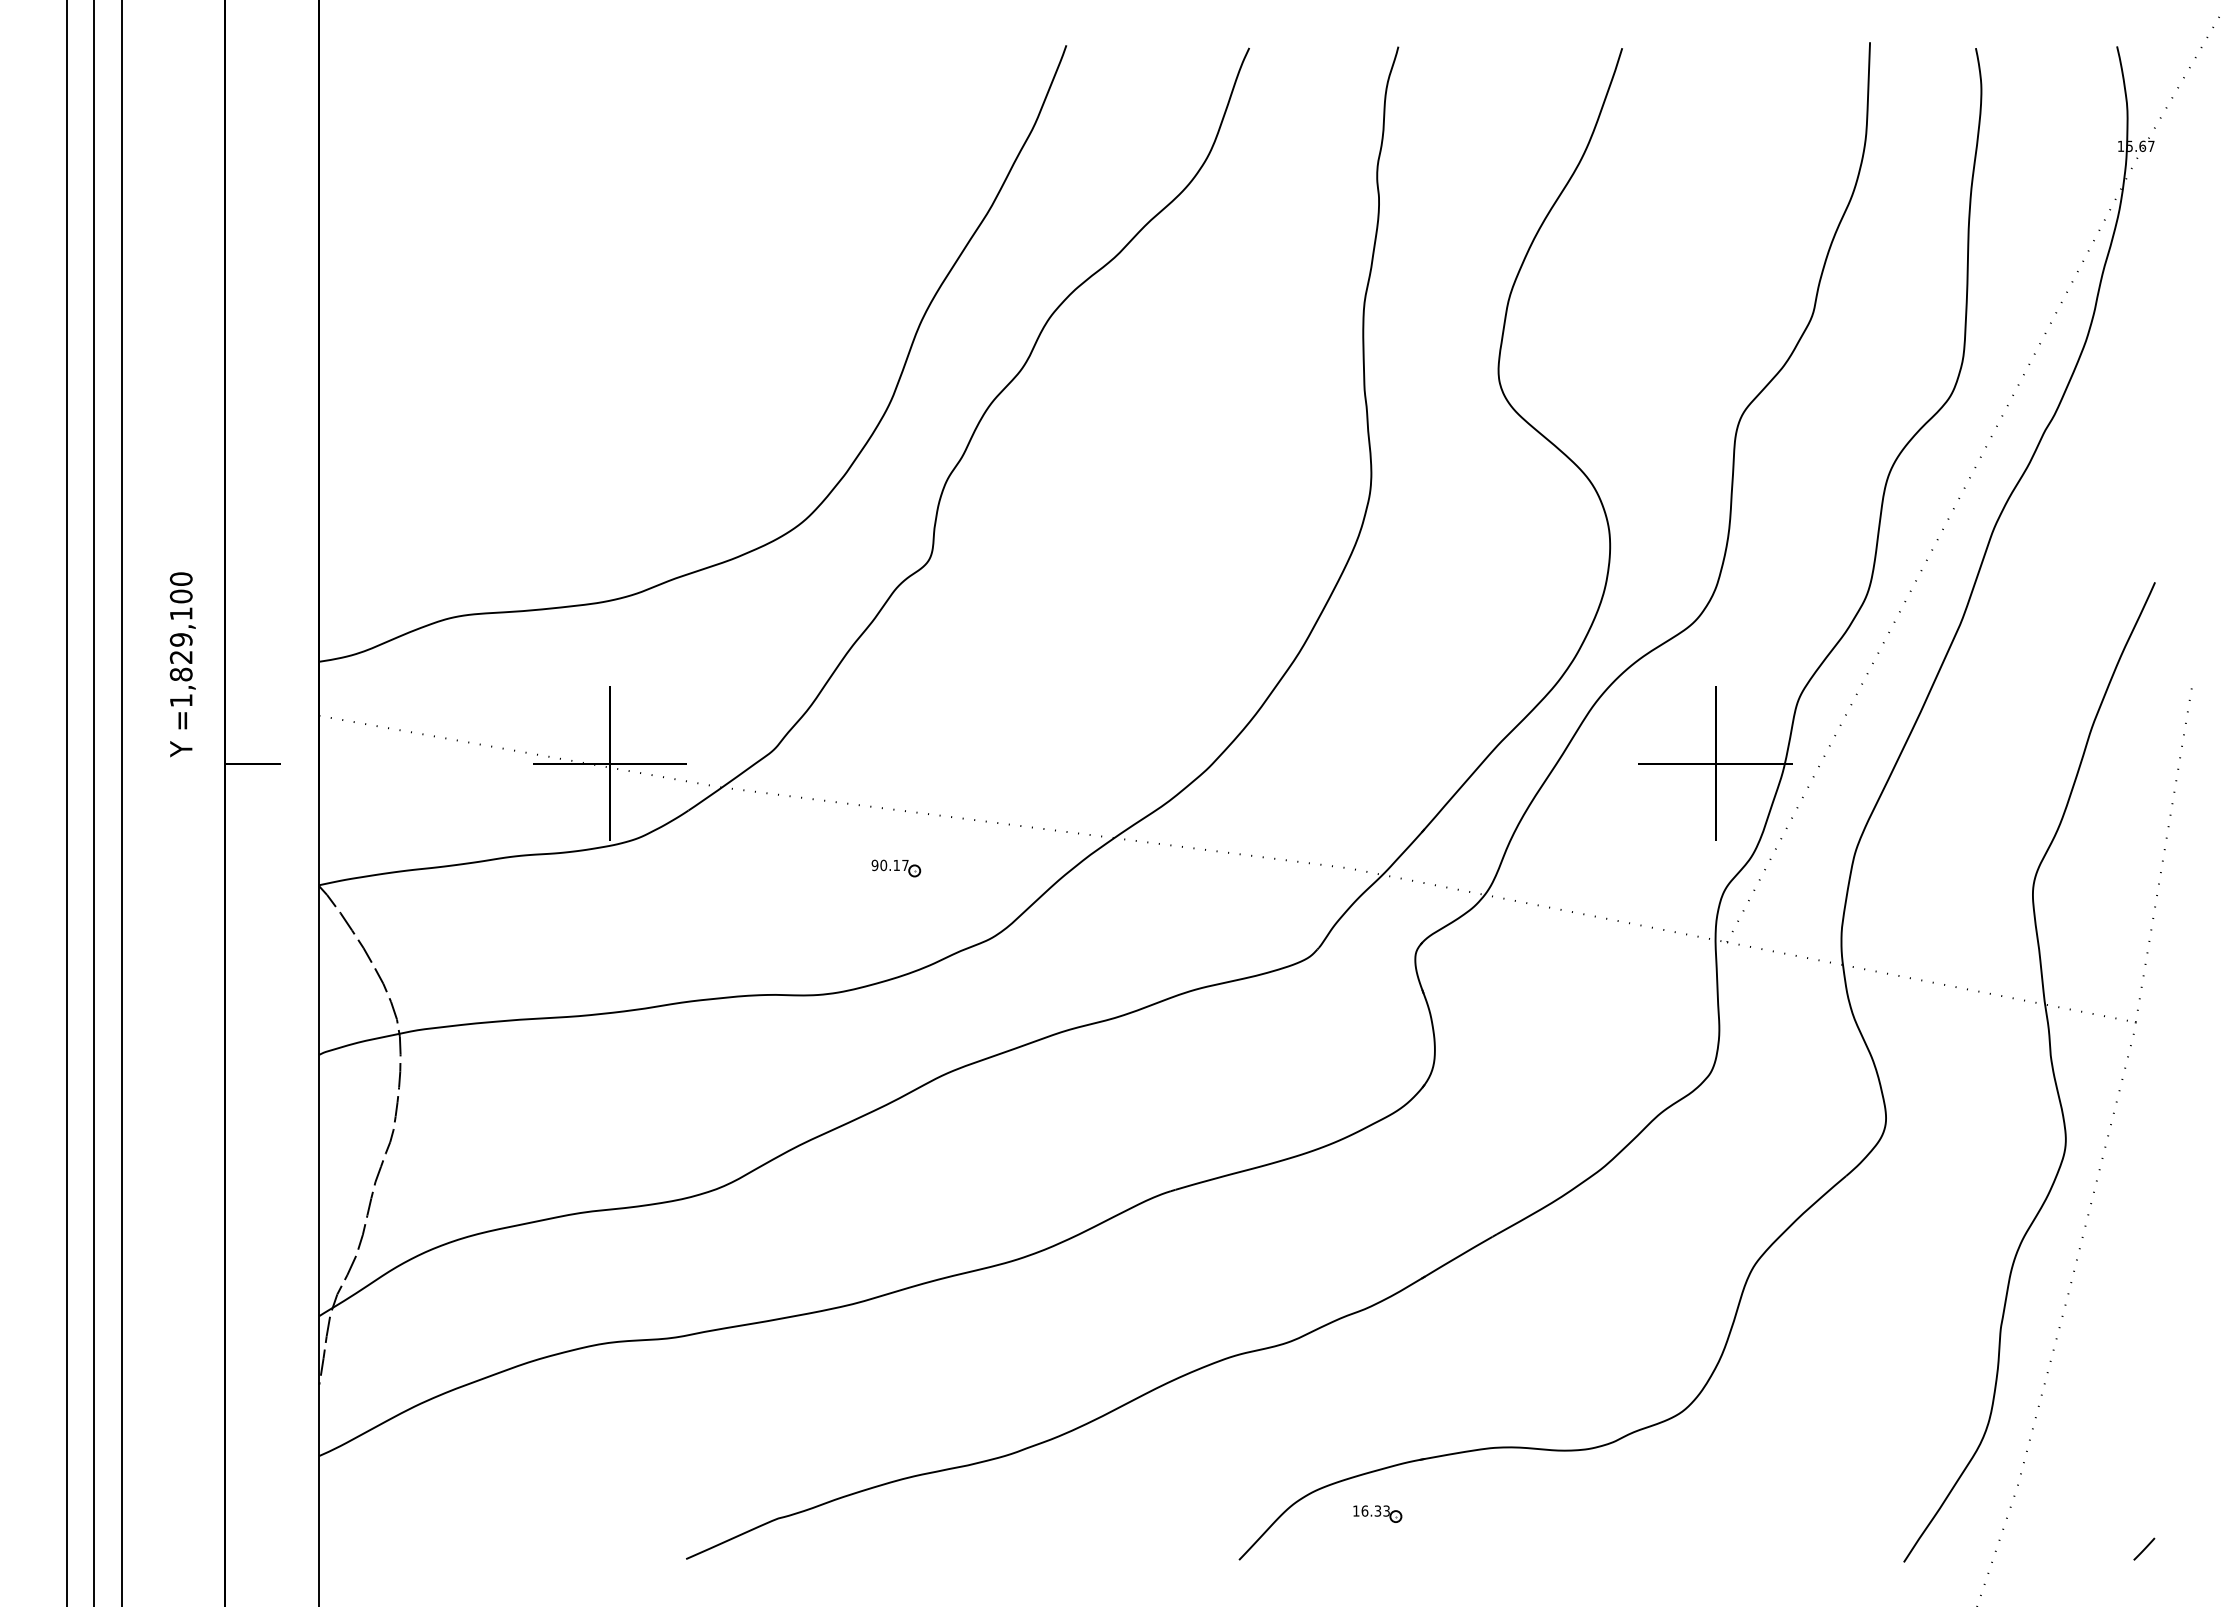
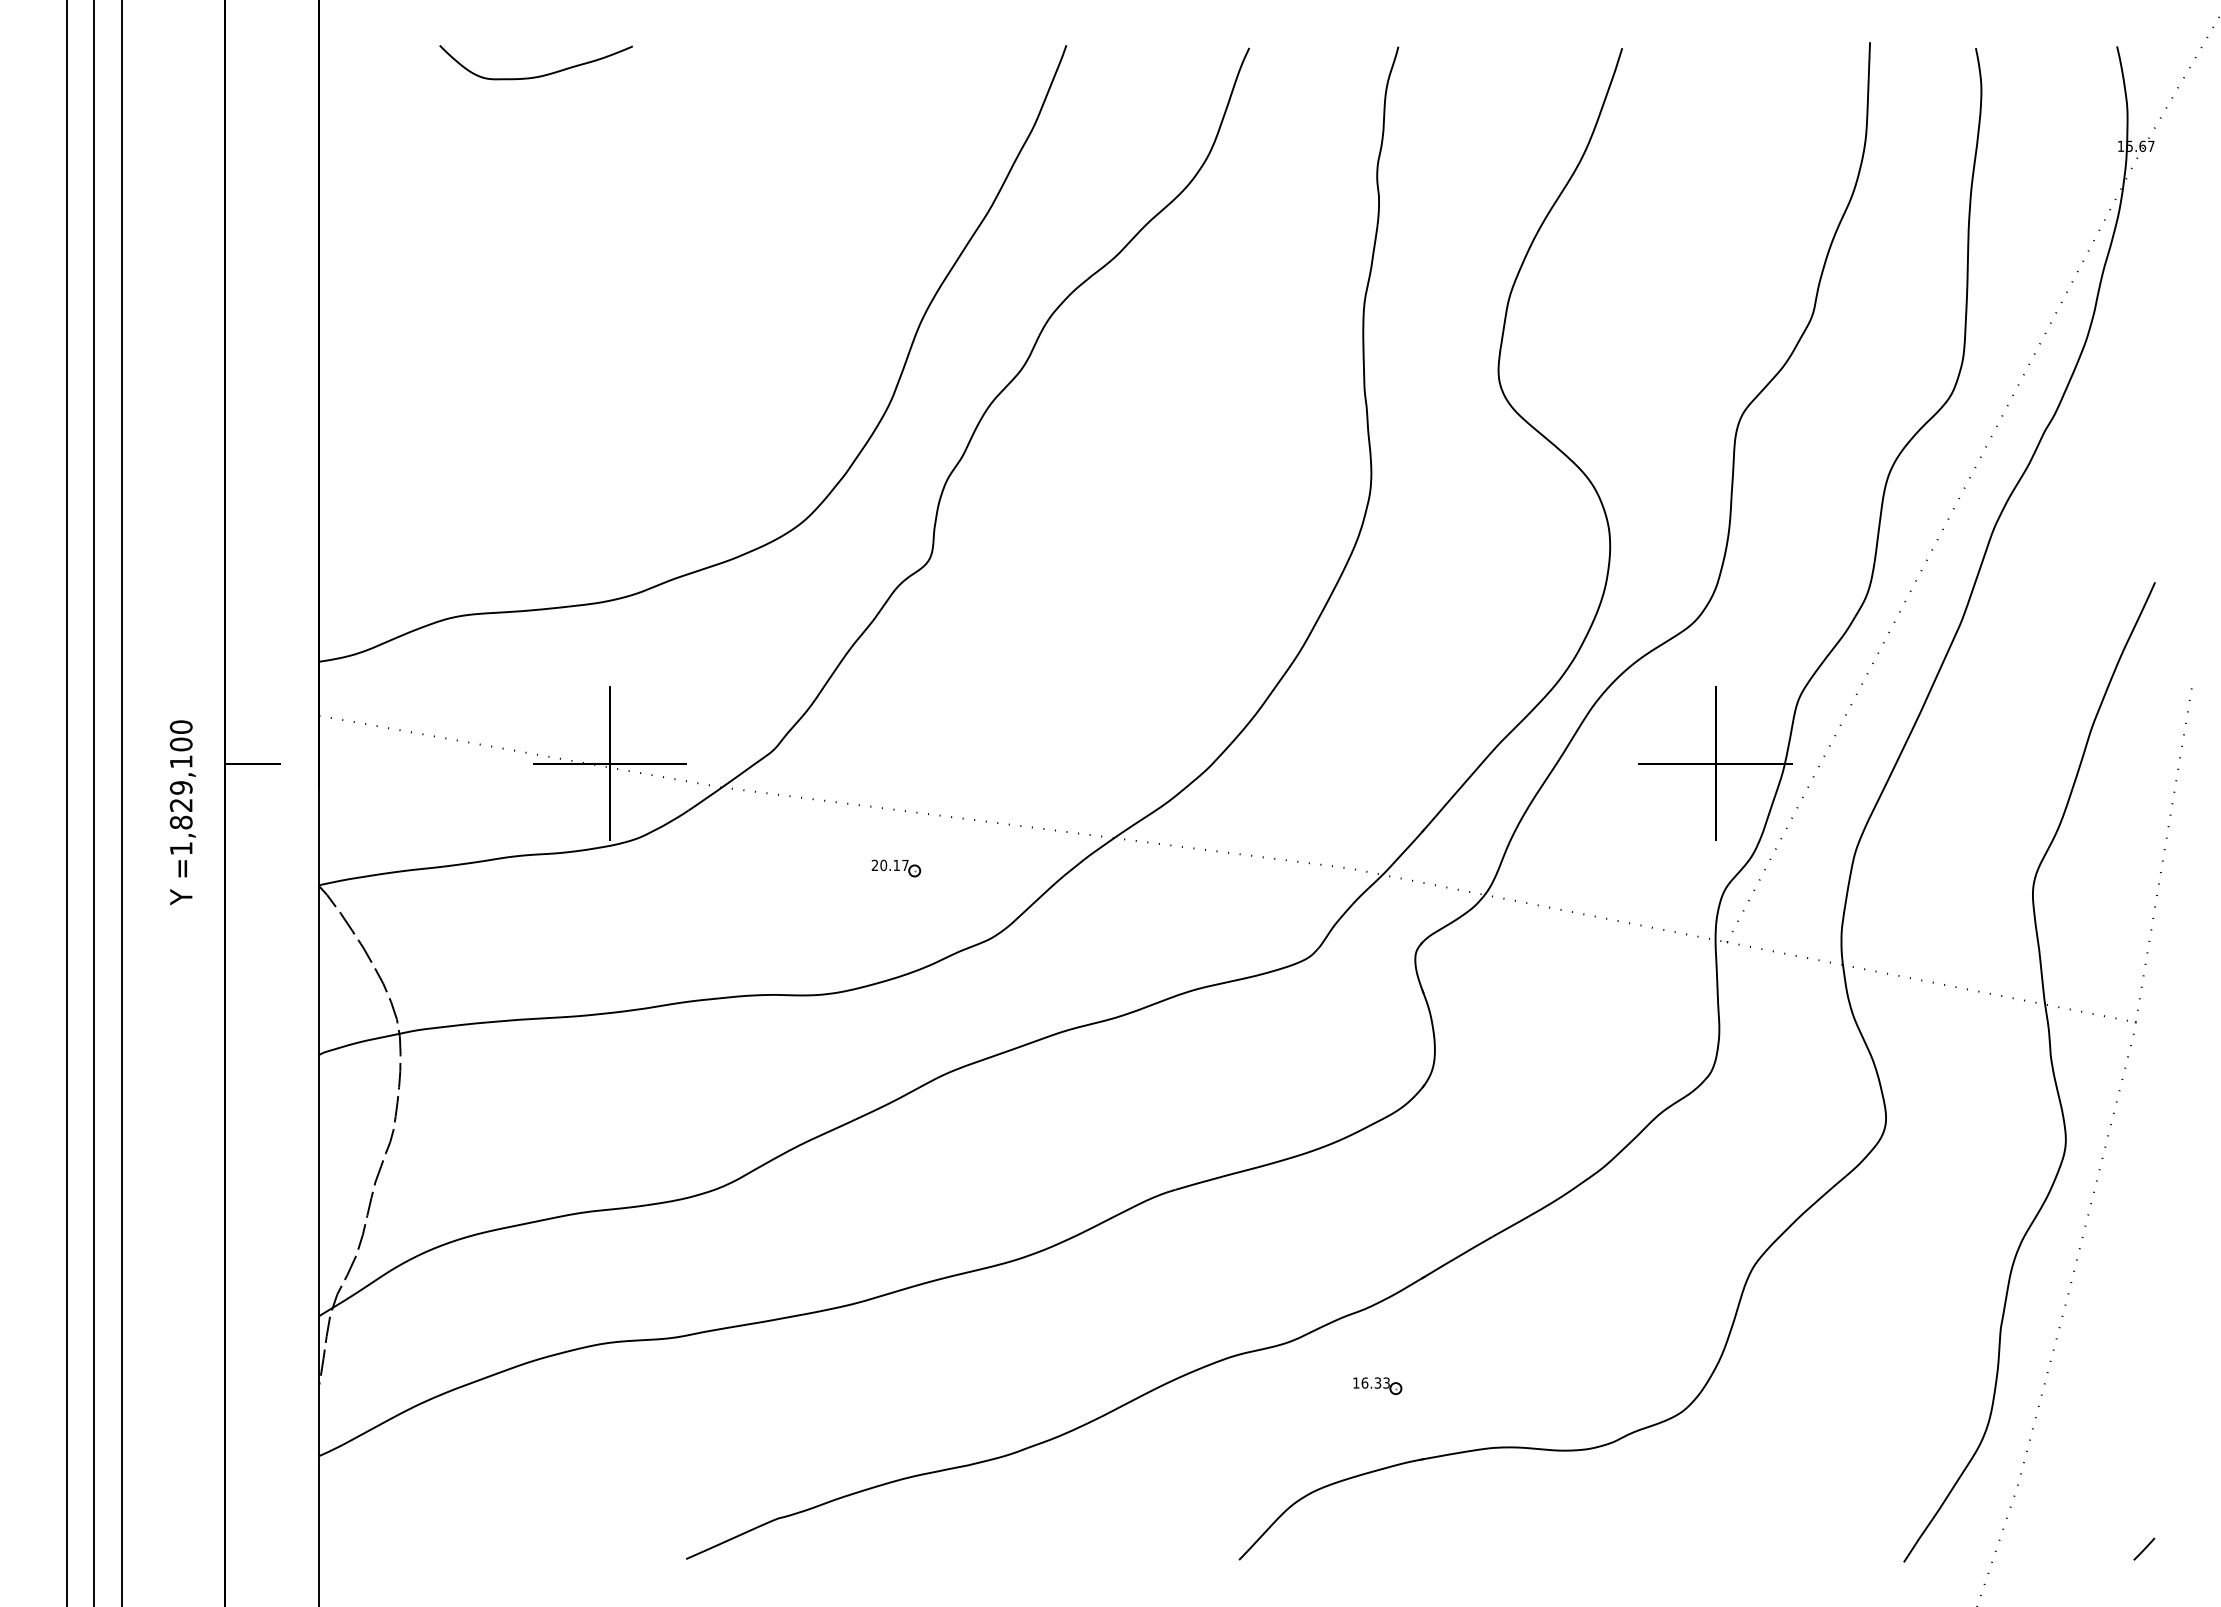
curve at (539, 75): none -> present
text at (182, 664) position: (182, 664) -> (182, 812)
text at (874, 865): 90.17 -> 20.17
part at (1377, 1513) position: (1377, 1513) -> (1377, 1385)
